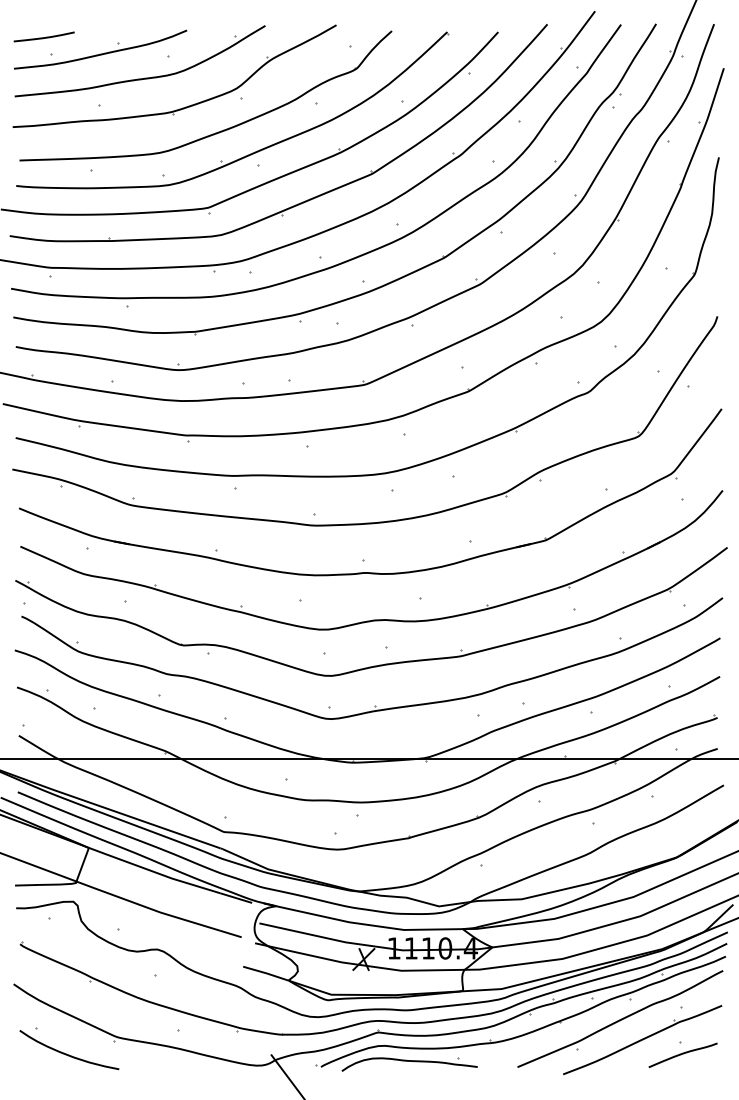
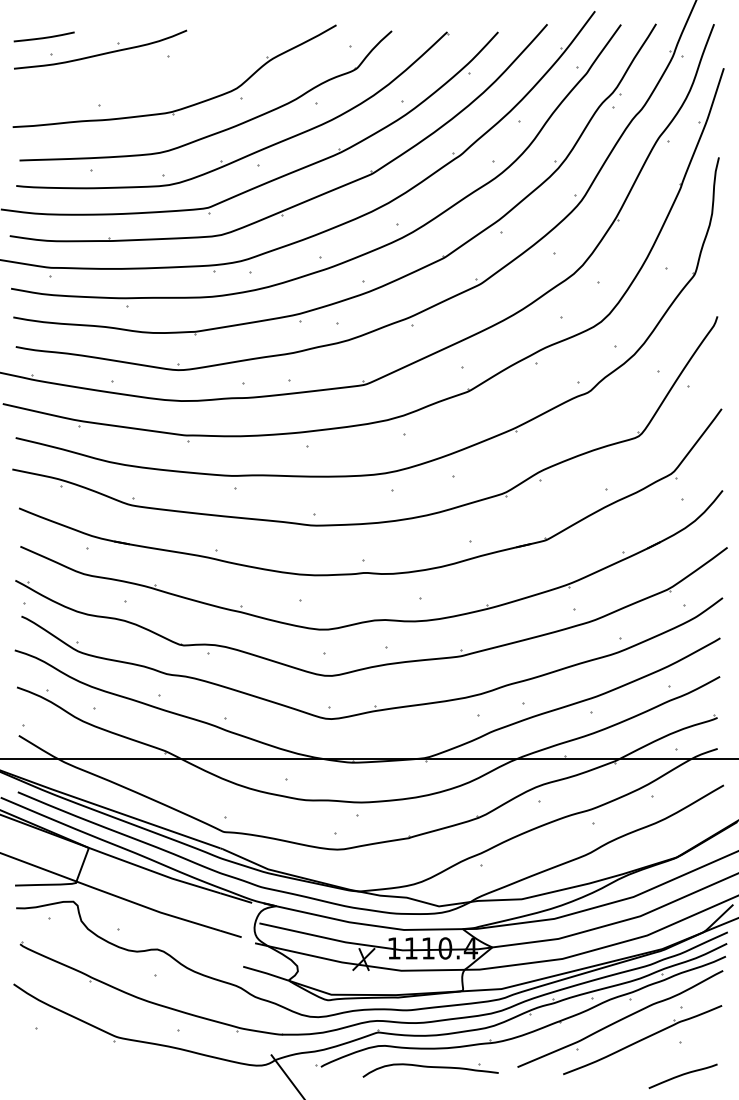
part at (144, 77): present -> none
curve at (69, 1054): present -> none
curve at (682, 1054) position: (682, 1054) -> (682, 1075)
part at (409, 1064) position: (409, 1064) -> (430, 1070)
